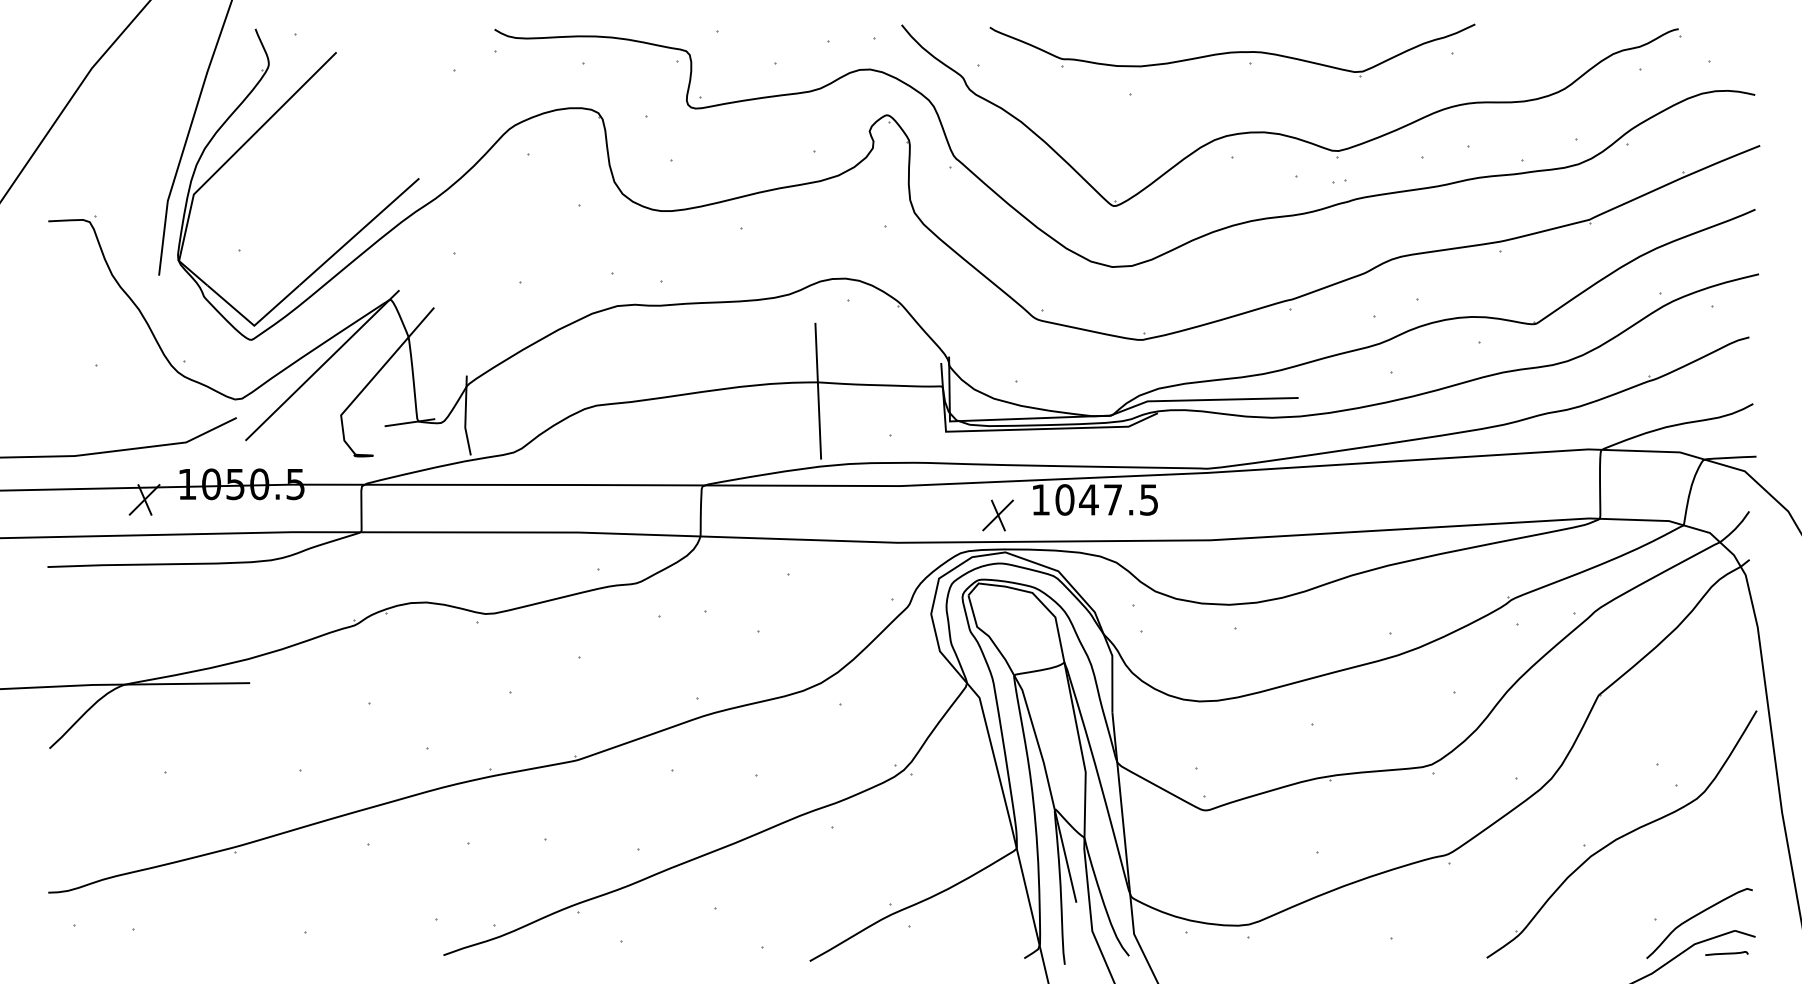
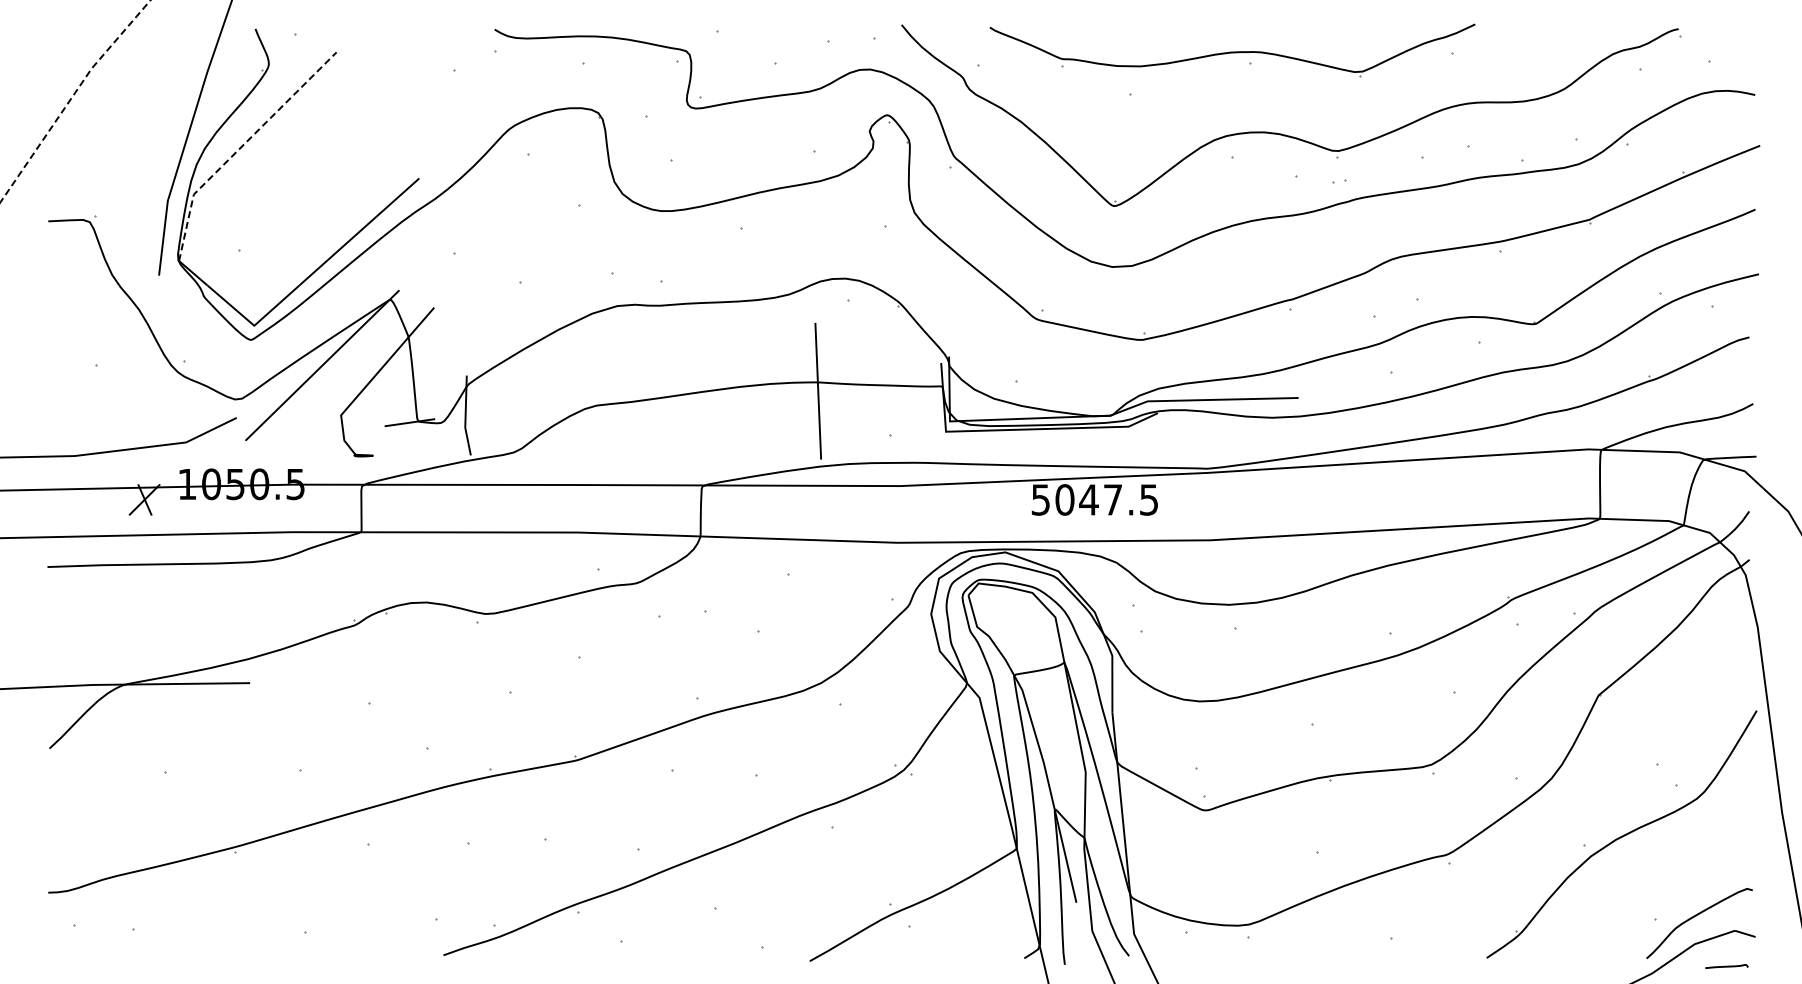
line at (71, 97): solid -> dashed
line at (240, 148): solid -> dashed
text at (1040, 499): 1047.5 -> 5047.5
part at (997, 515): present -> none
curve at (1726, 953) position: (1726, 953) -> (1726, 966)
